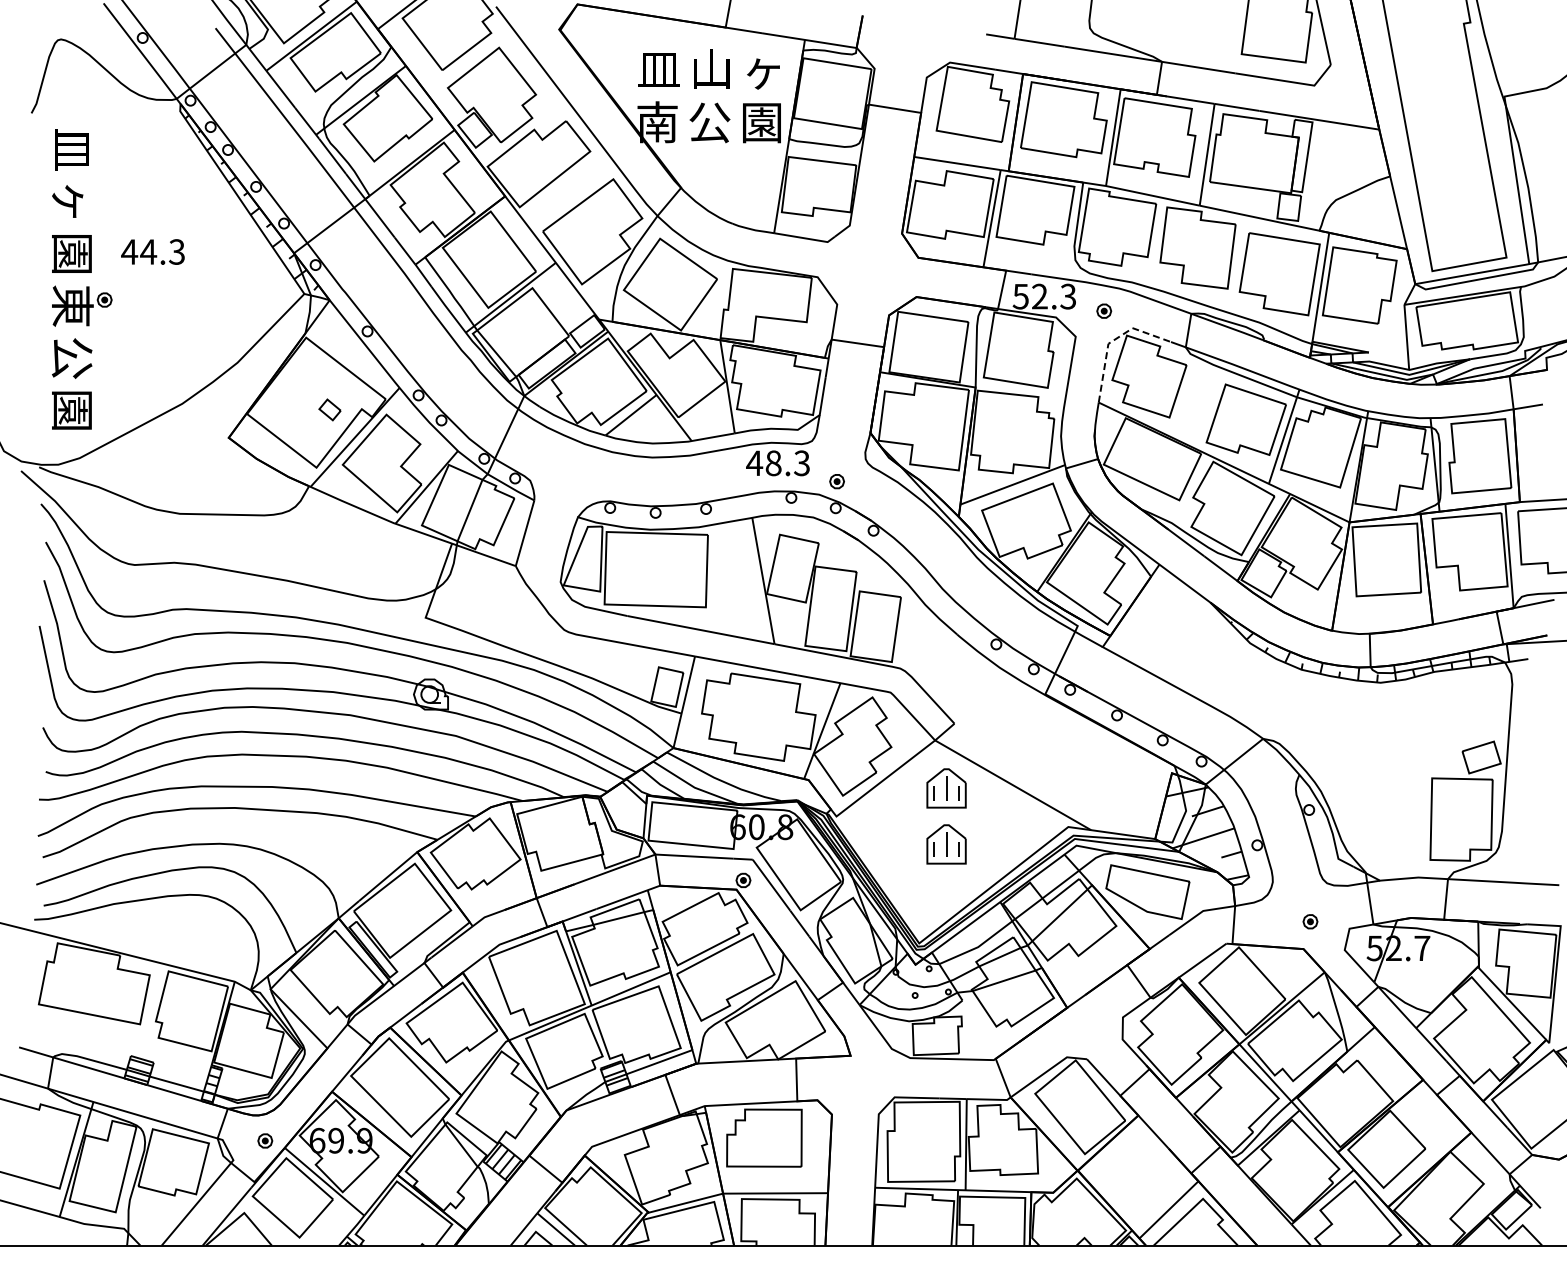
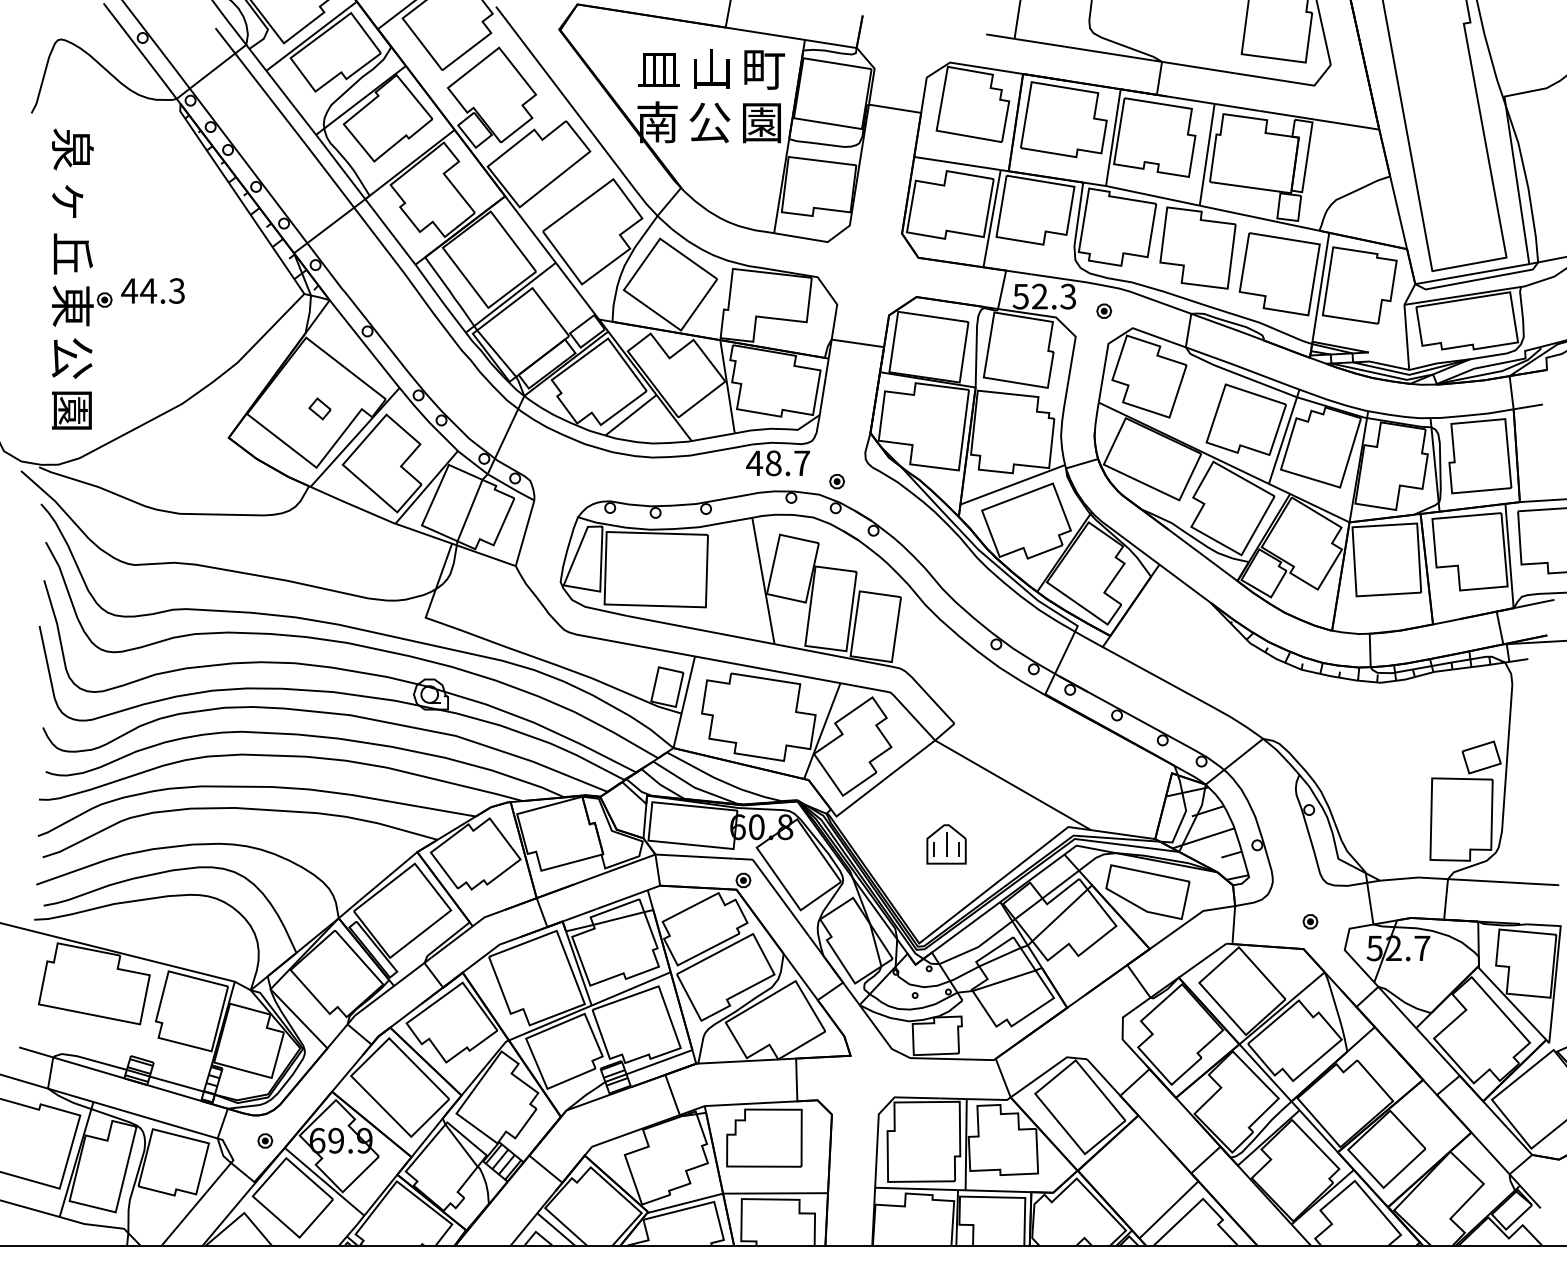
text at (764, 69): ヶ -> 町
text at (72, 149): 皿 -> 泉
text at (152, 251) position: (152, 251) -> (152, 290)
text at (72, 253): 園 -> 丘
line at (1112, 341): dashed -> solid
part at (329, 409) position: (329, 409) -> (319, 408)
text at (802, 463): 48.3 -> 48.7
part at (946, 788): present -> none
